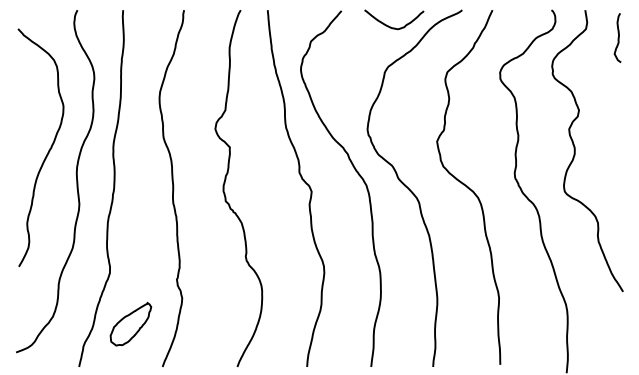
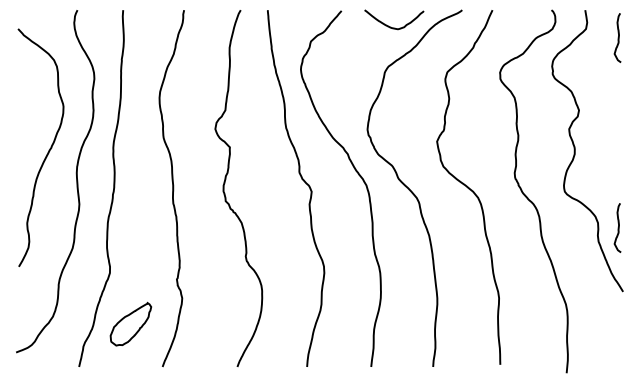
curve at (617, 227): none -> present
